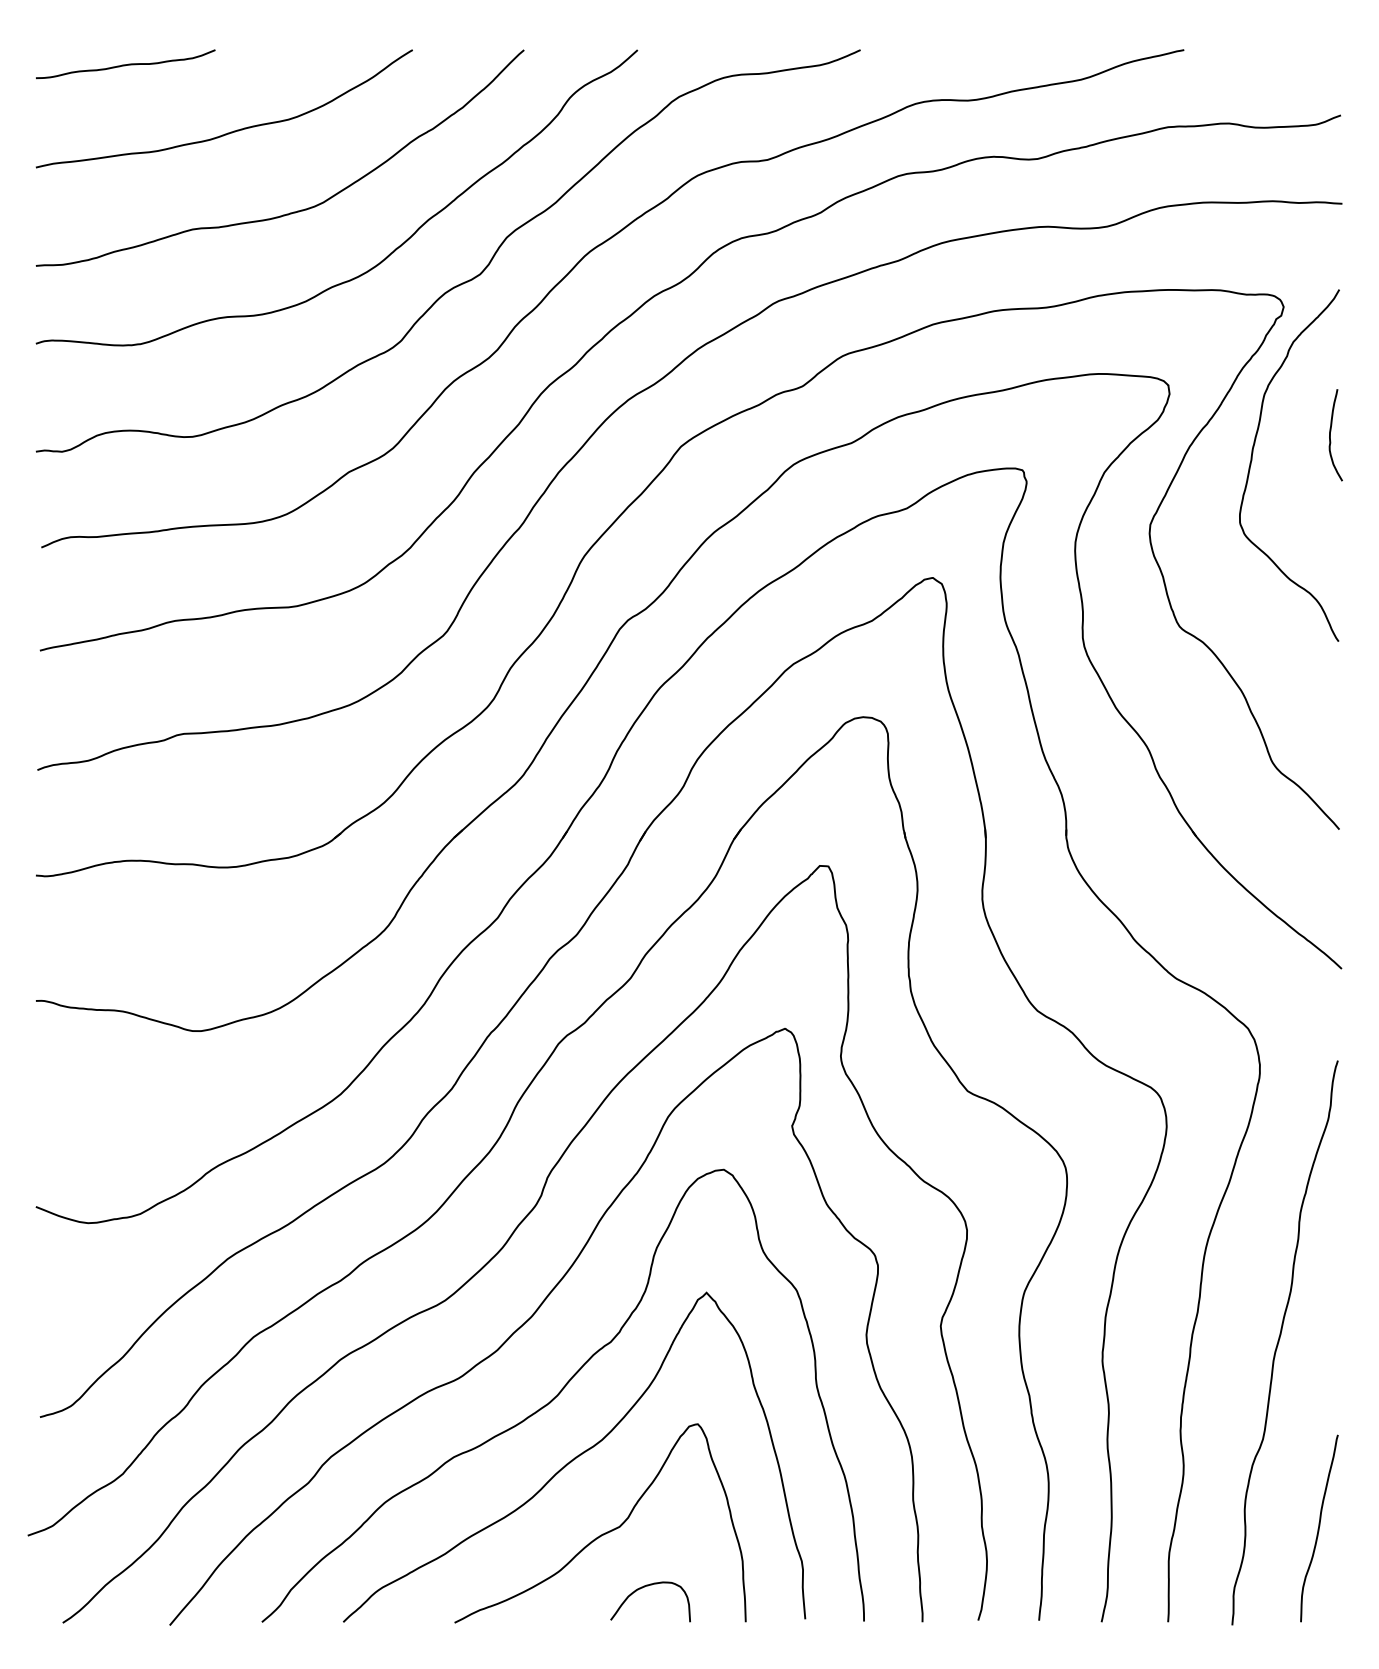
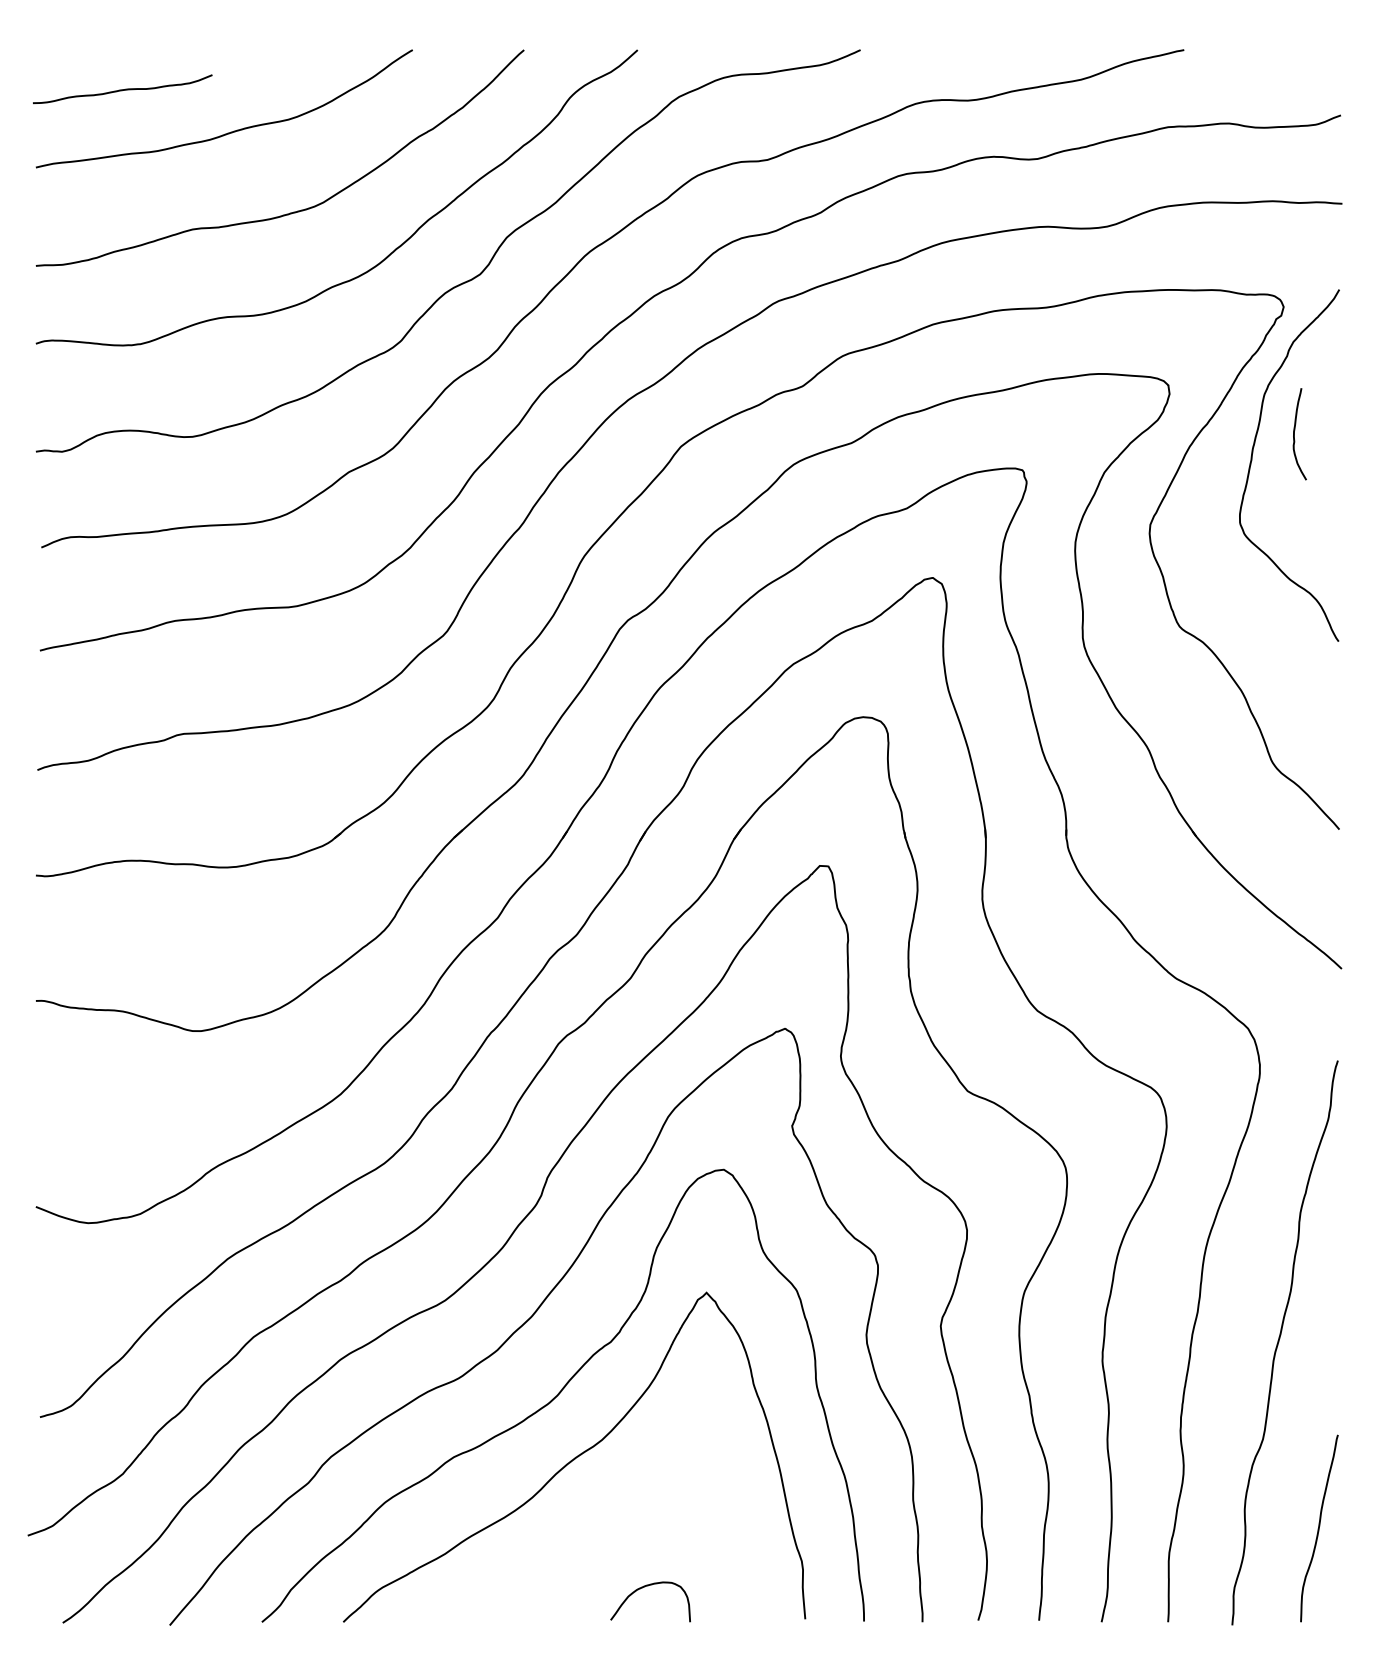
curve at (125, 64) position: (125, 64) -> (122, 89)
curve at (1330, 435) position: (1330, 435) -> (1294, 434)
curve at (602, 1533): present -> none
